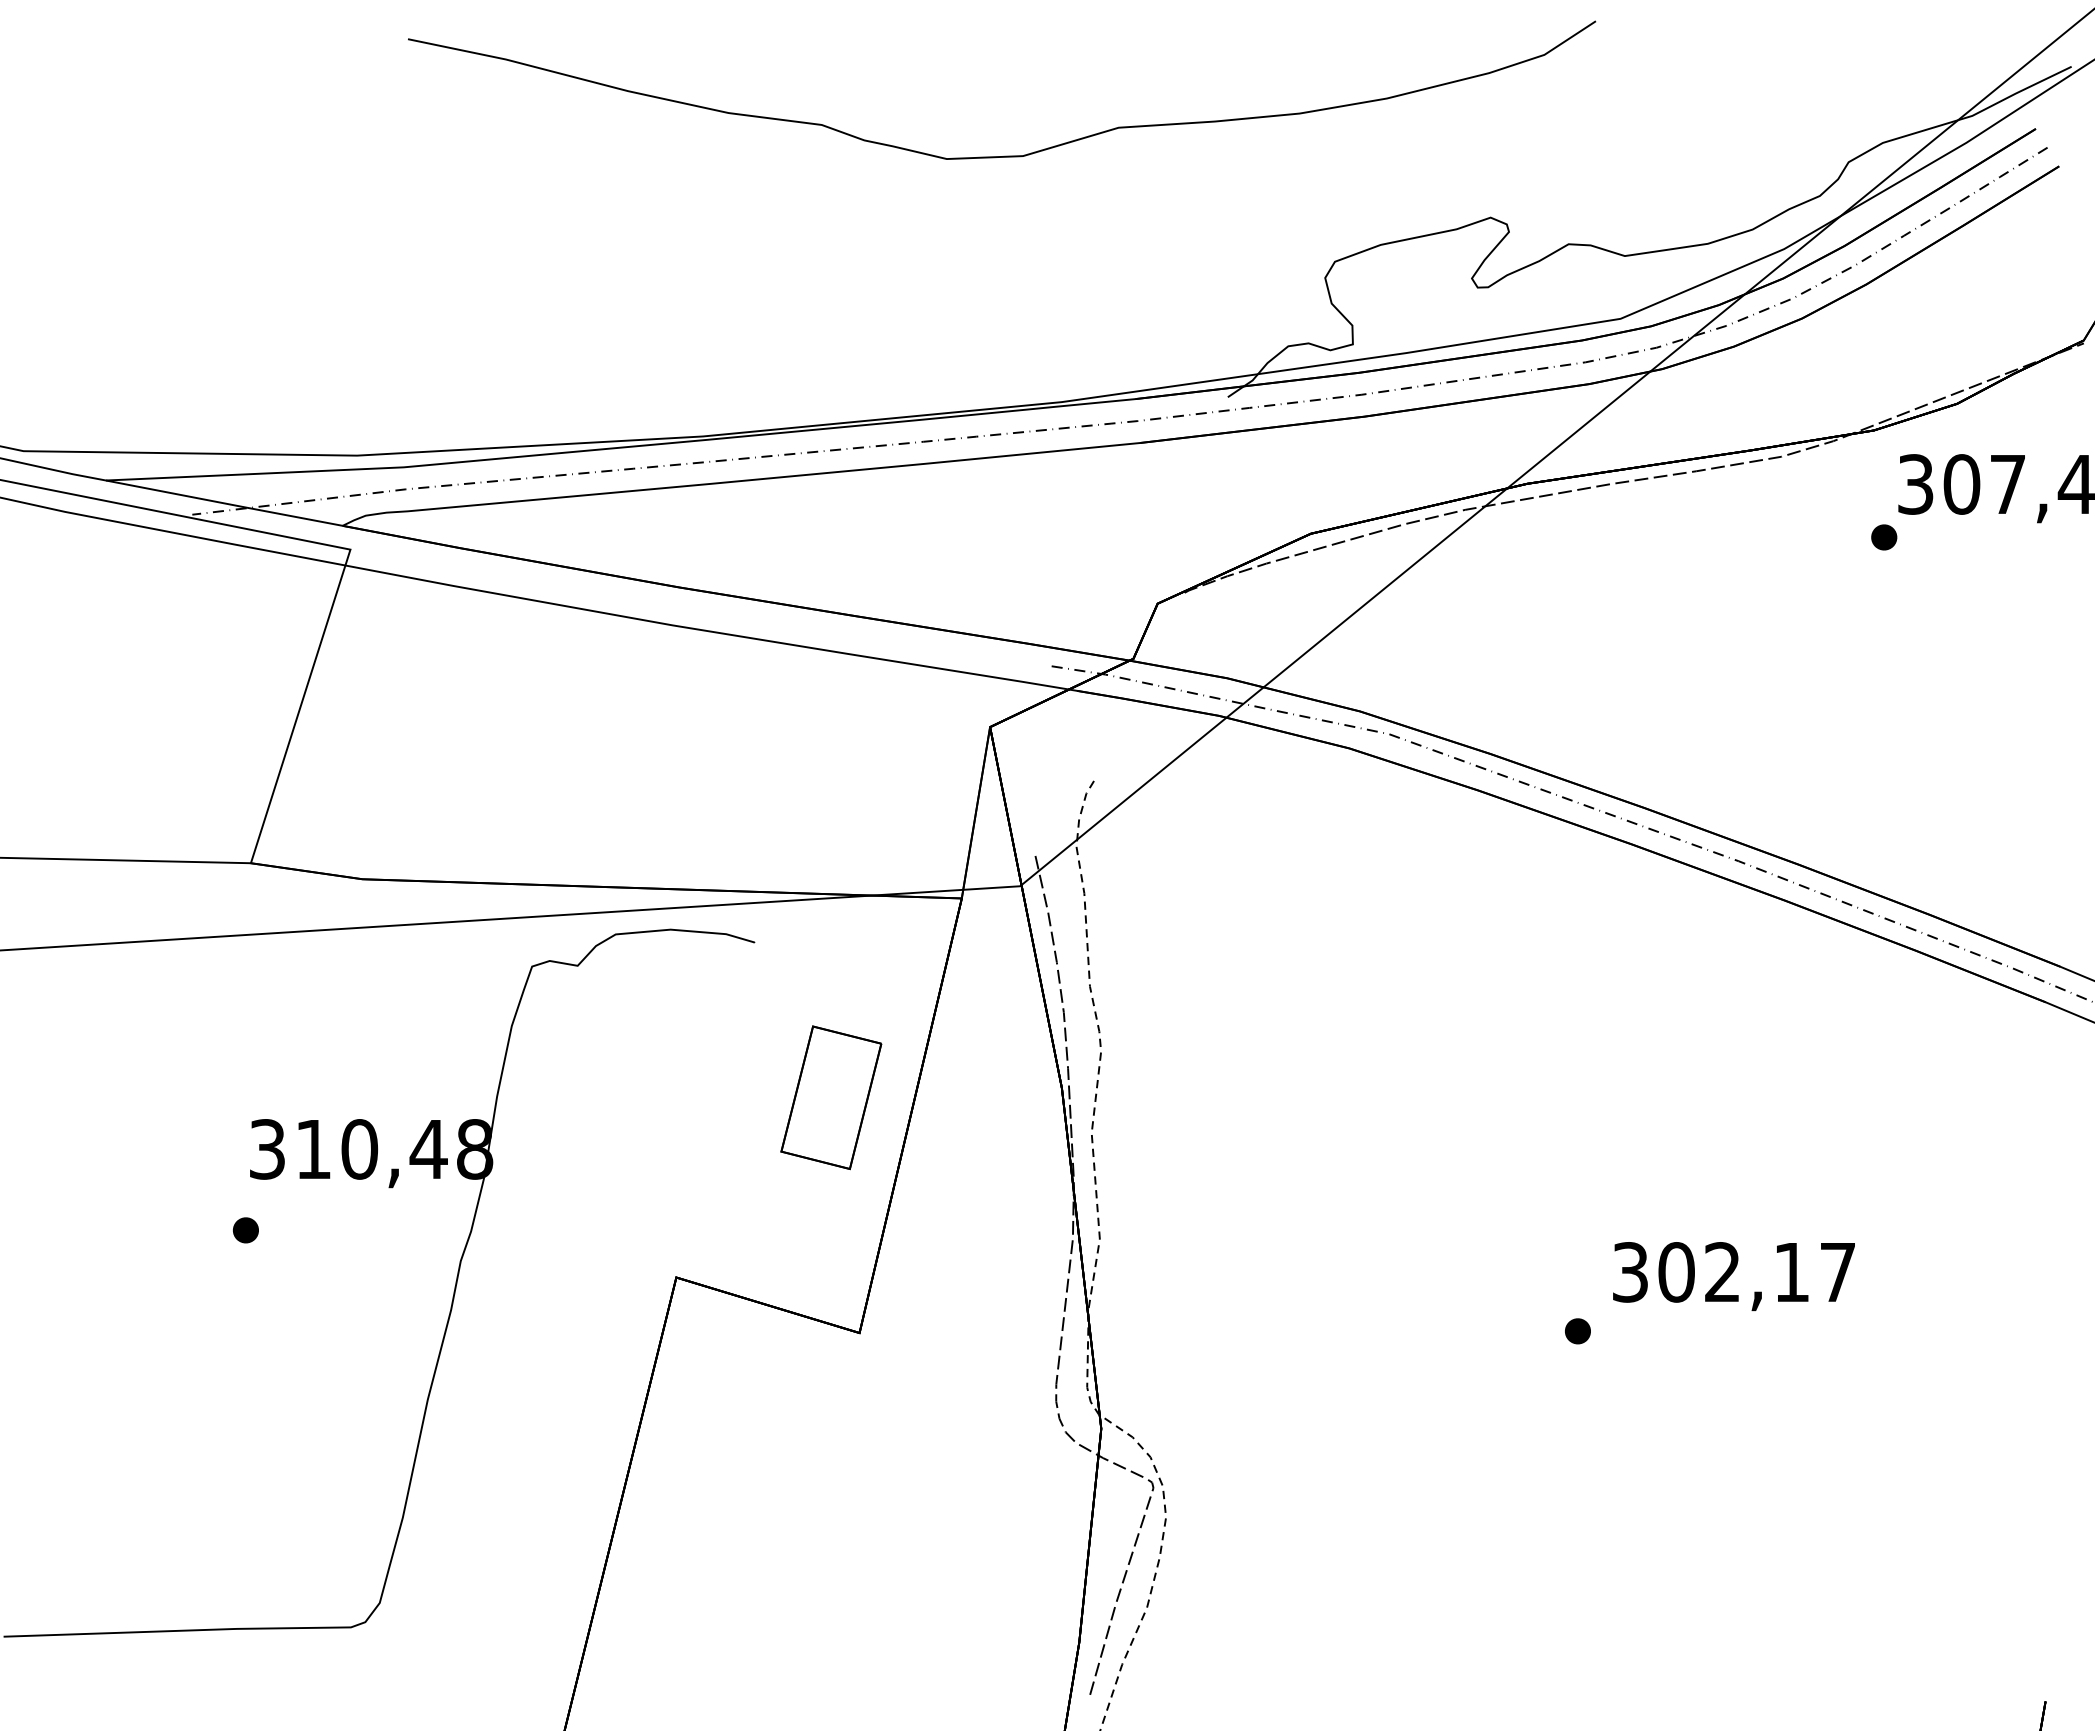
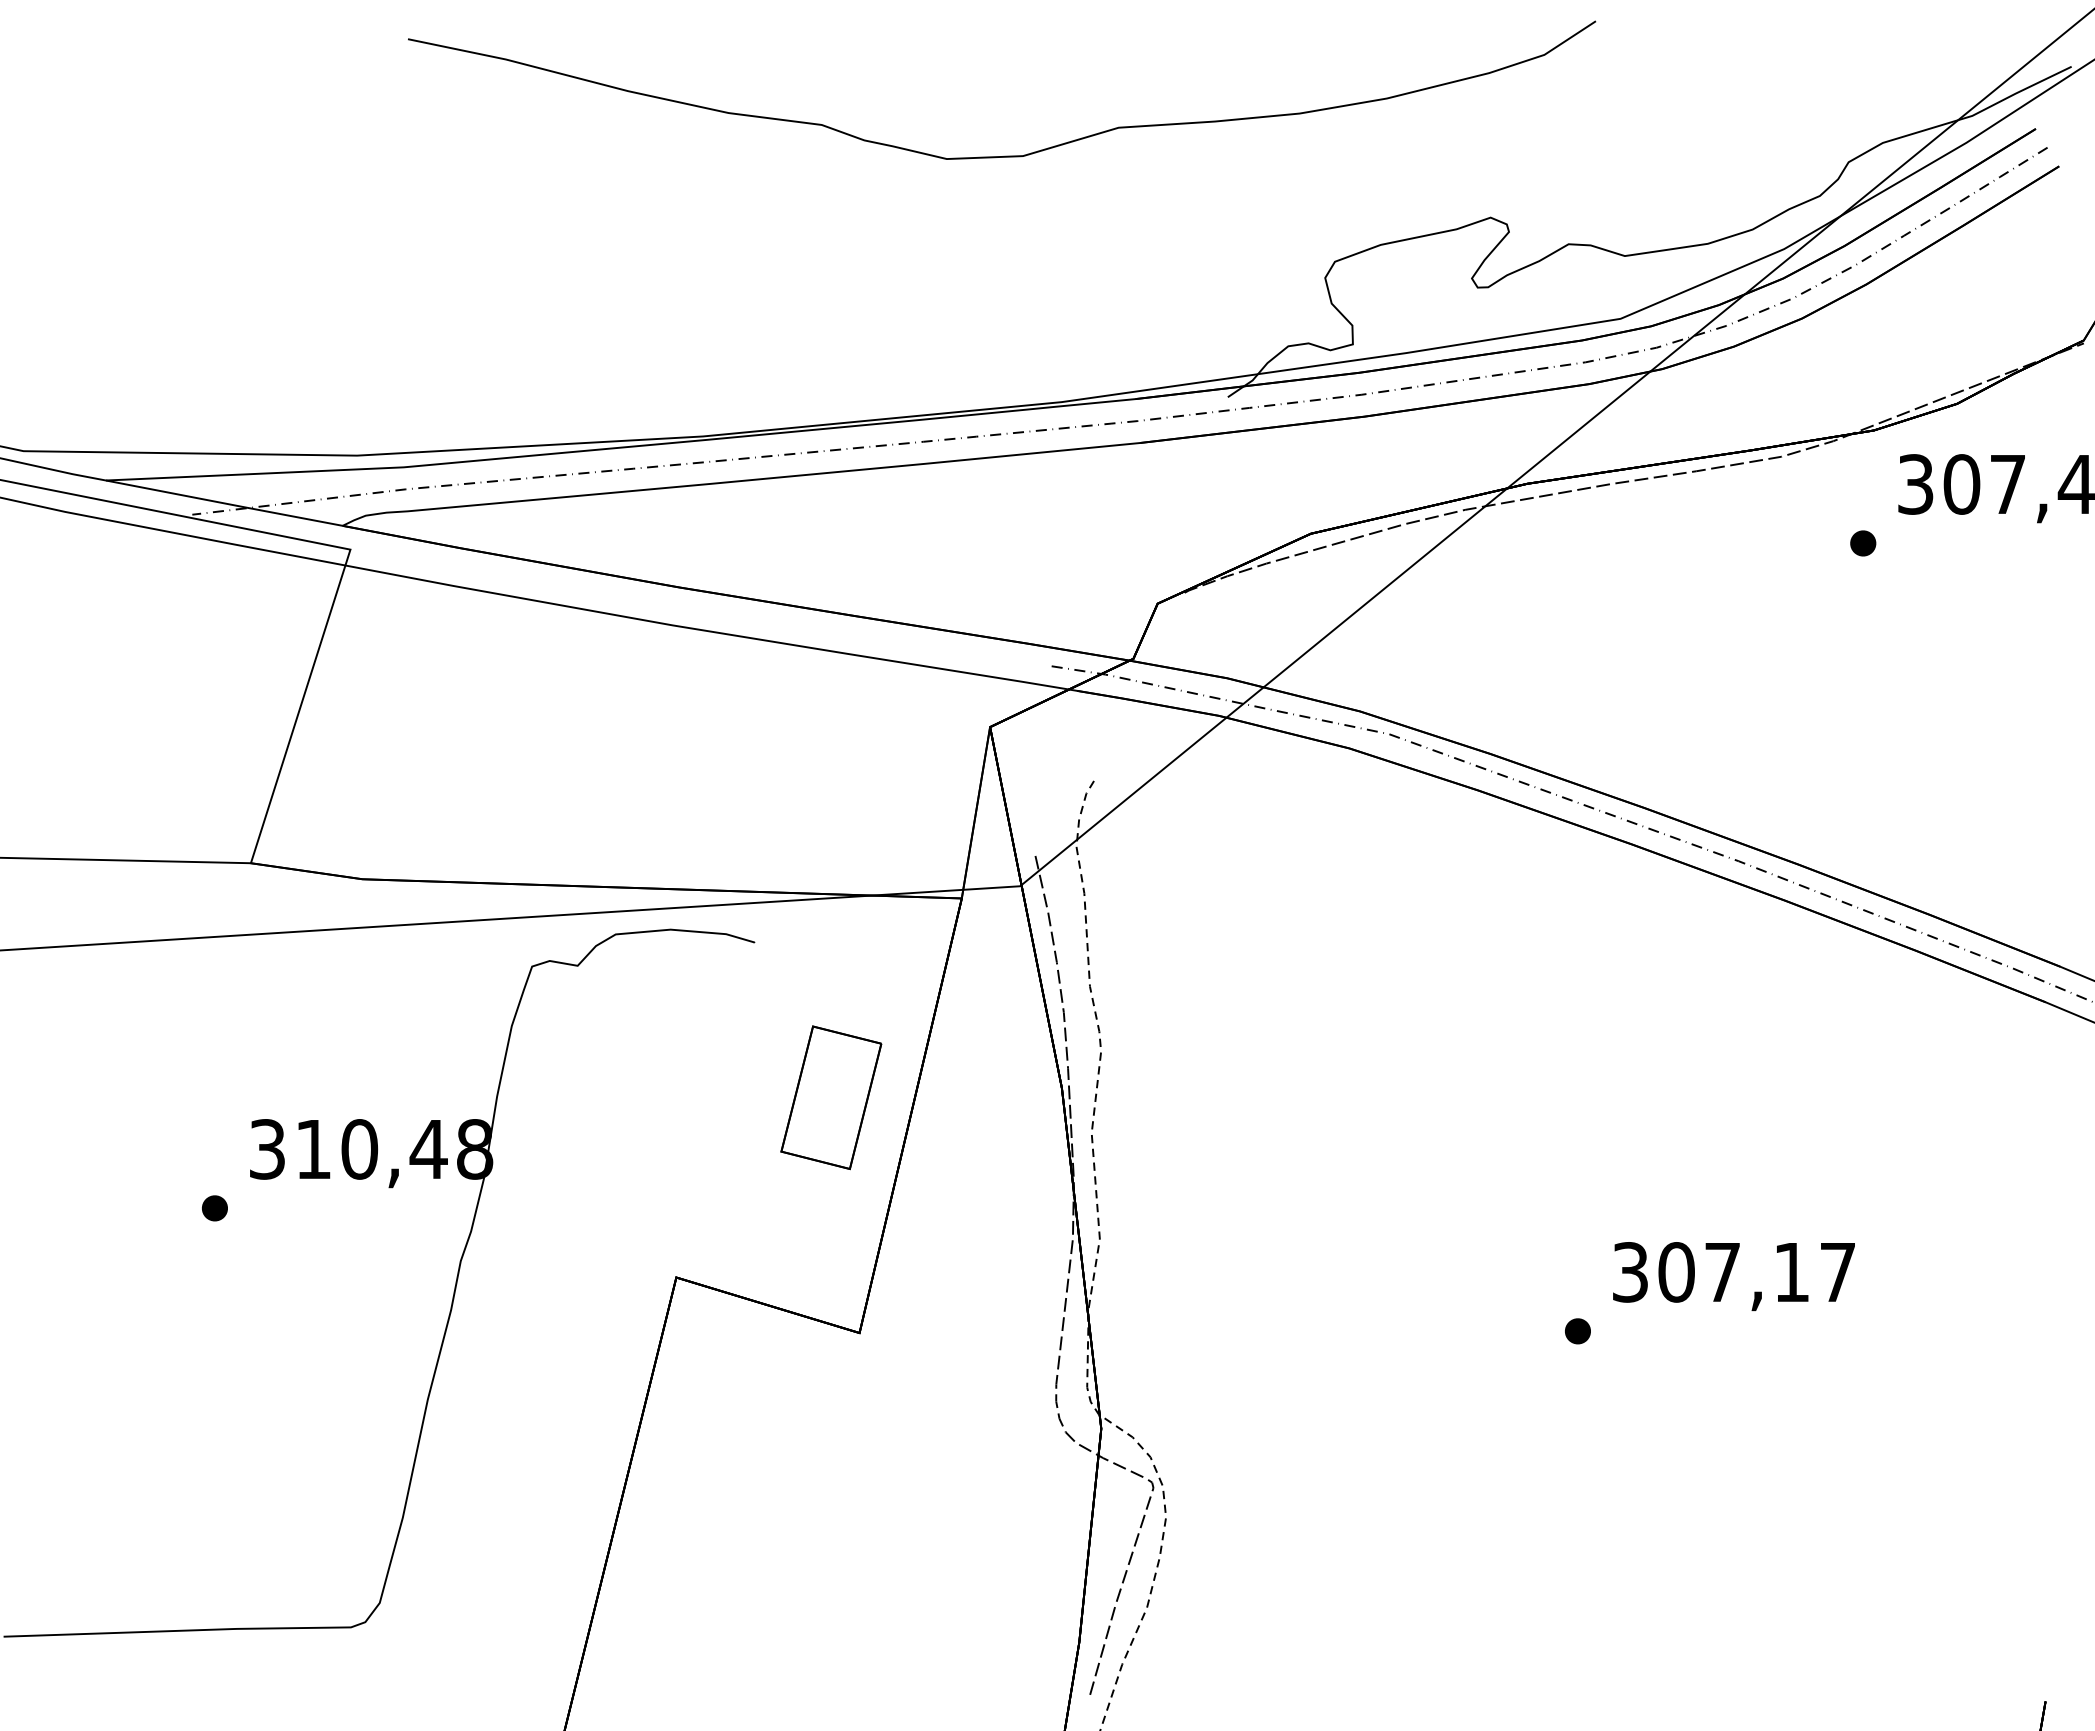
part at (1884, 537) position: (1884, 537) -> (1863, 543)
part at (245, 1230) position: (245, 1230) -> (214, 1208)
text at (1722, 1271): 302,17 -> 307,17
